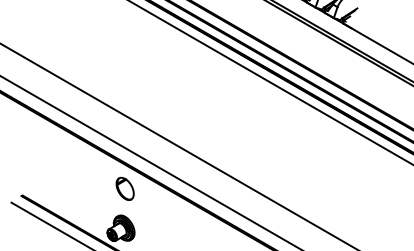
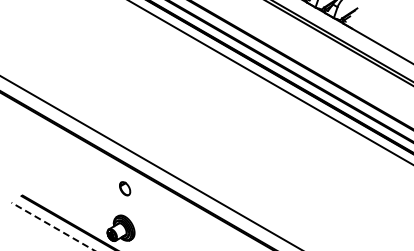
line at (178, 145): present -> none
part at (124, 188) size: 20x25 px -> 13x16 px
line at (53, 226): solid -> dashed
